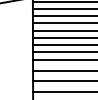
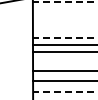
line at (65, 1): solid -> dashed
line at (63, 9): present -> none
line at (63, 16): present -> none
line at (63, 23): present -> none
line at (63, 30): present -> none
line at (65, 37): solid -> dashed
line at (63, 59): present -> none
line at (65, 92): solid -> dashed
